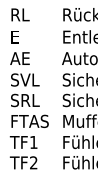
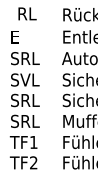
text at (20, 14) position: (20, 14) -> (27, 13)
text at (24, 58): AE -> SRL
text at (29, 121): FTAS -> SRL
